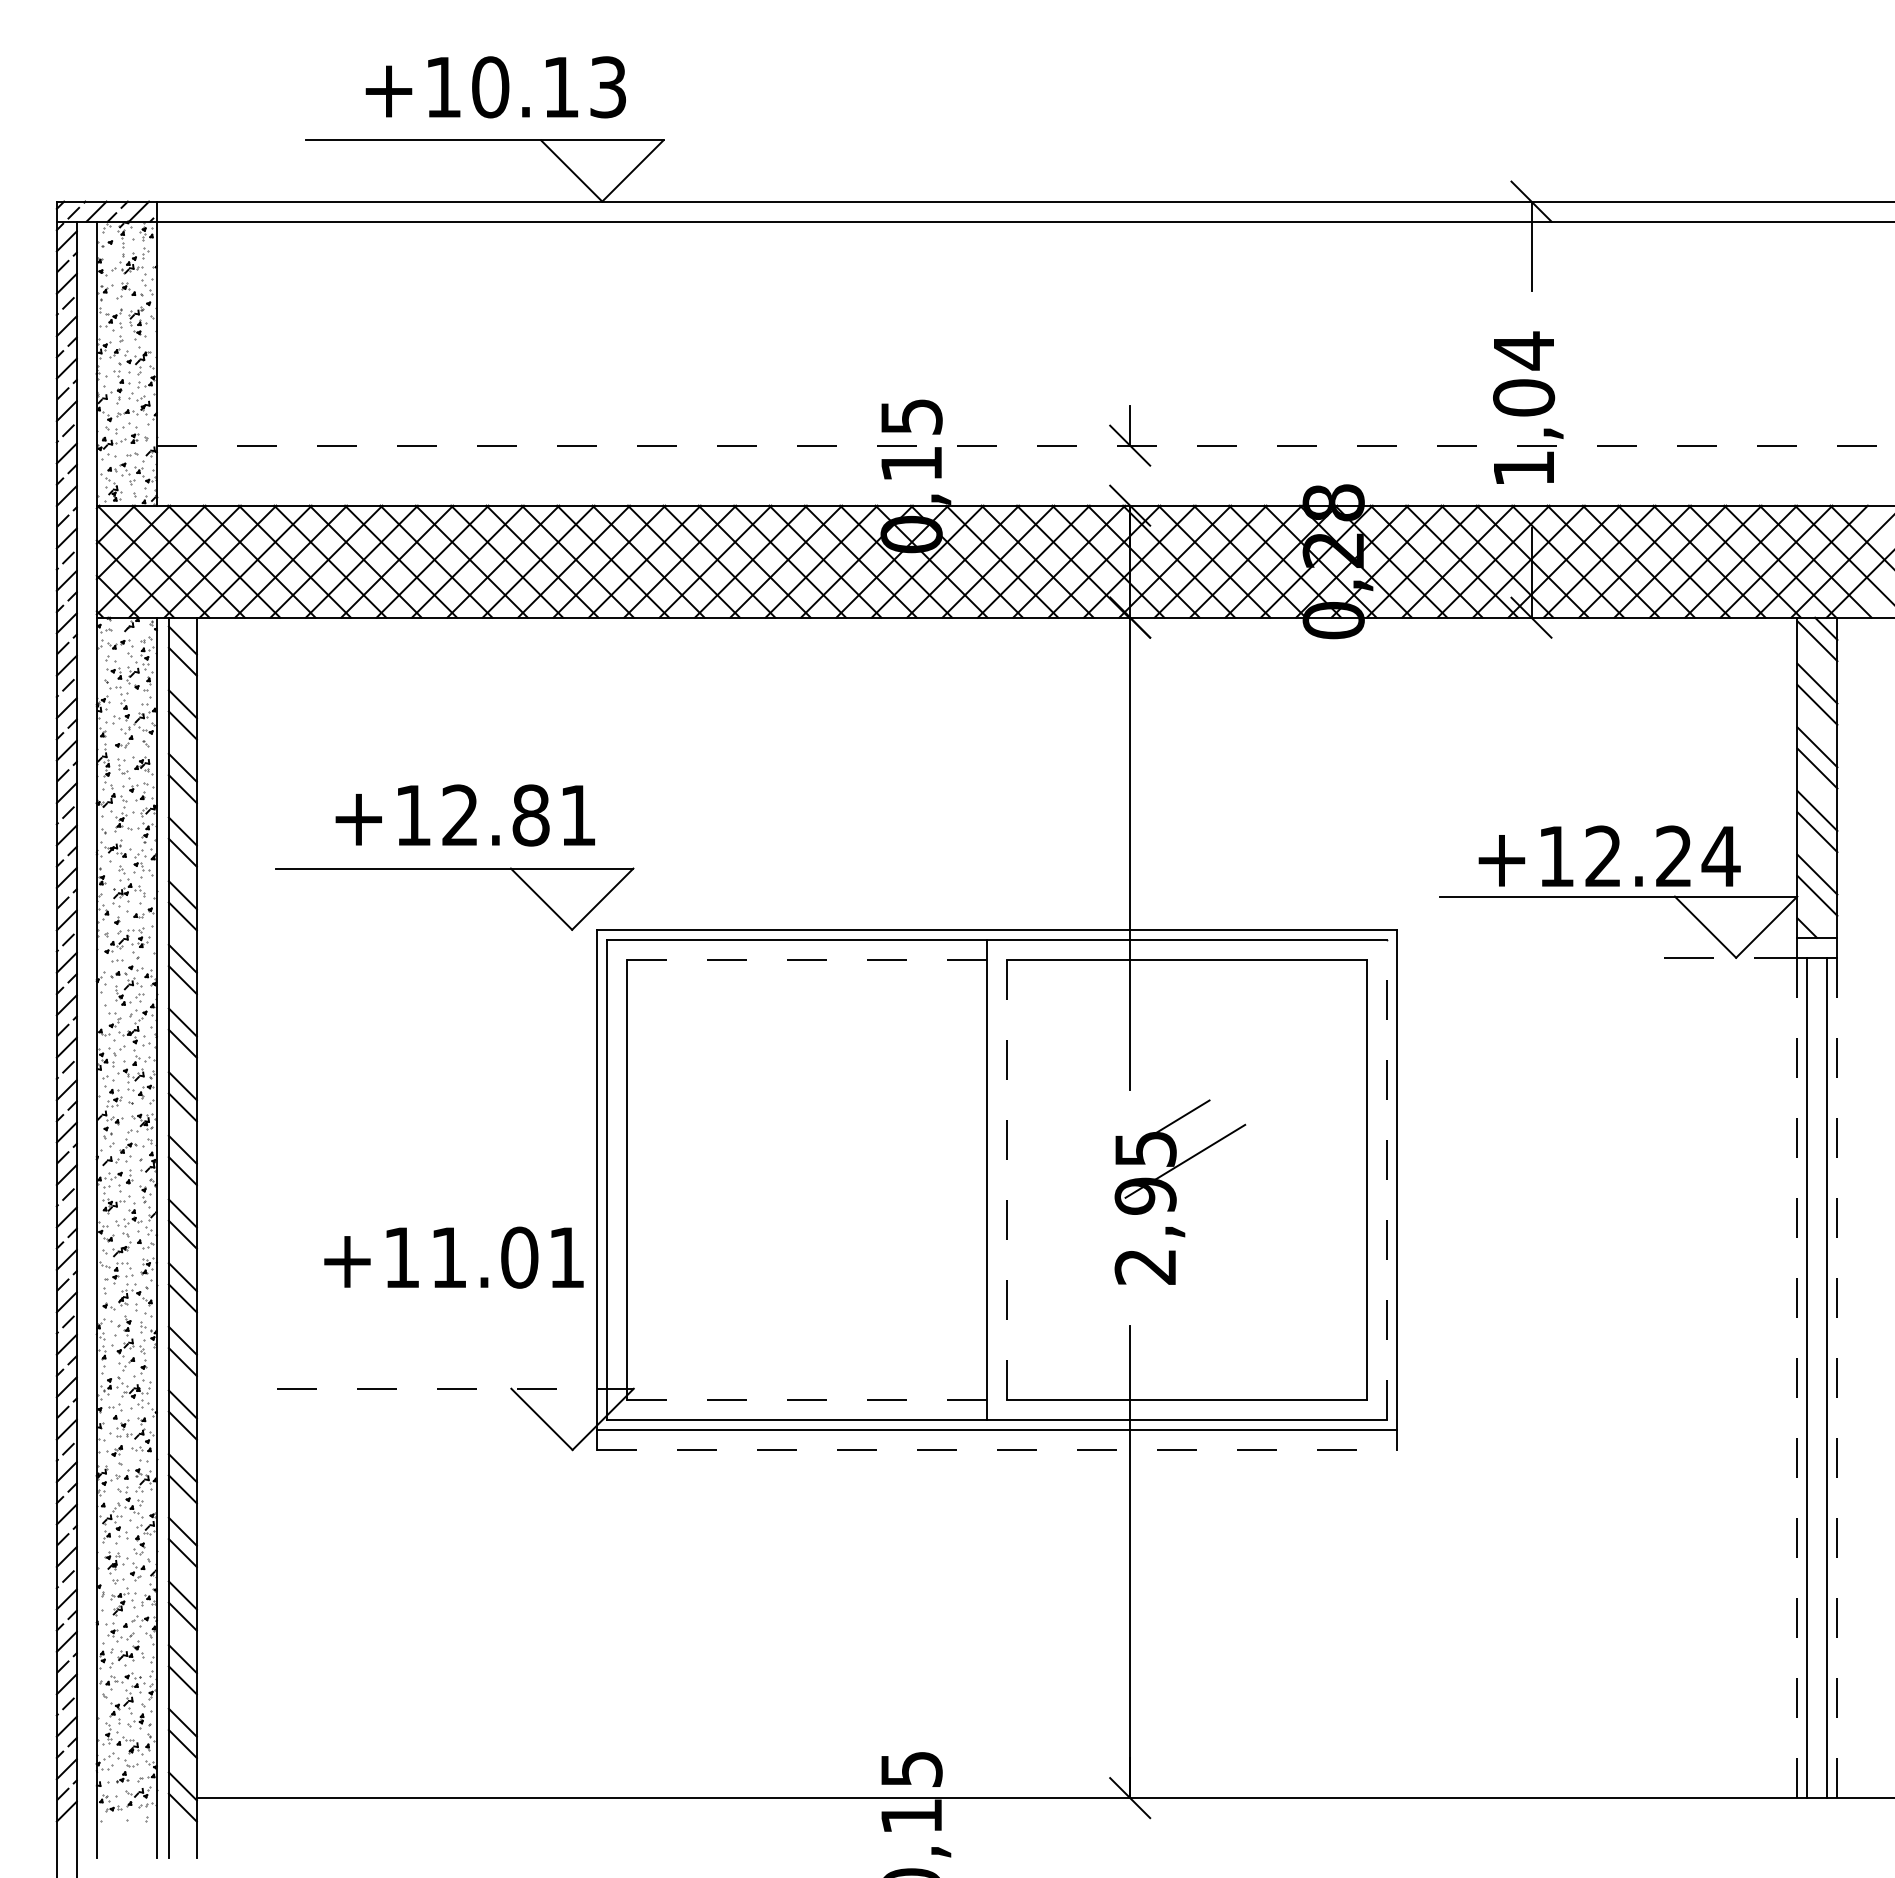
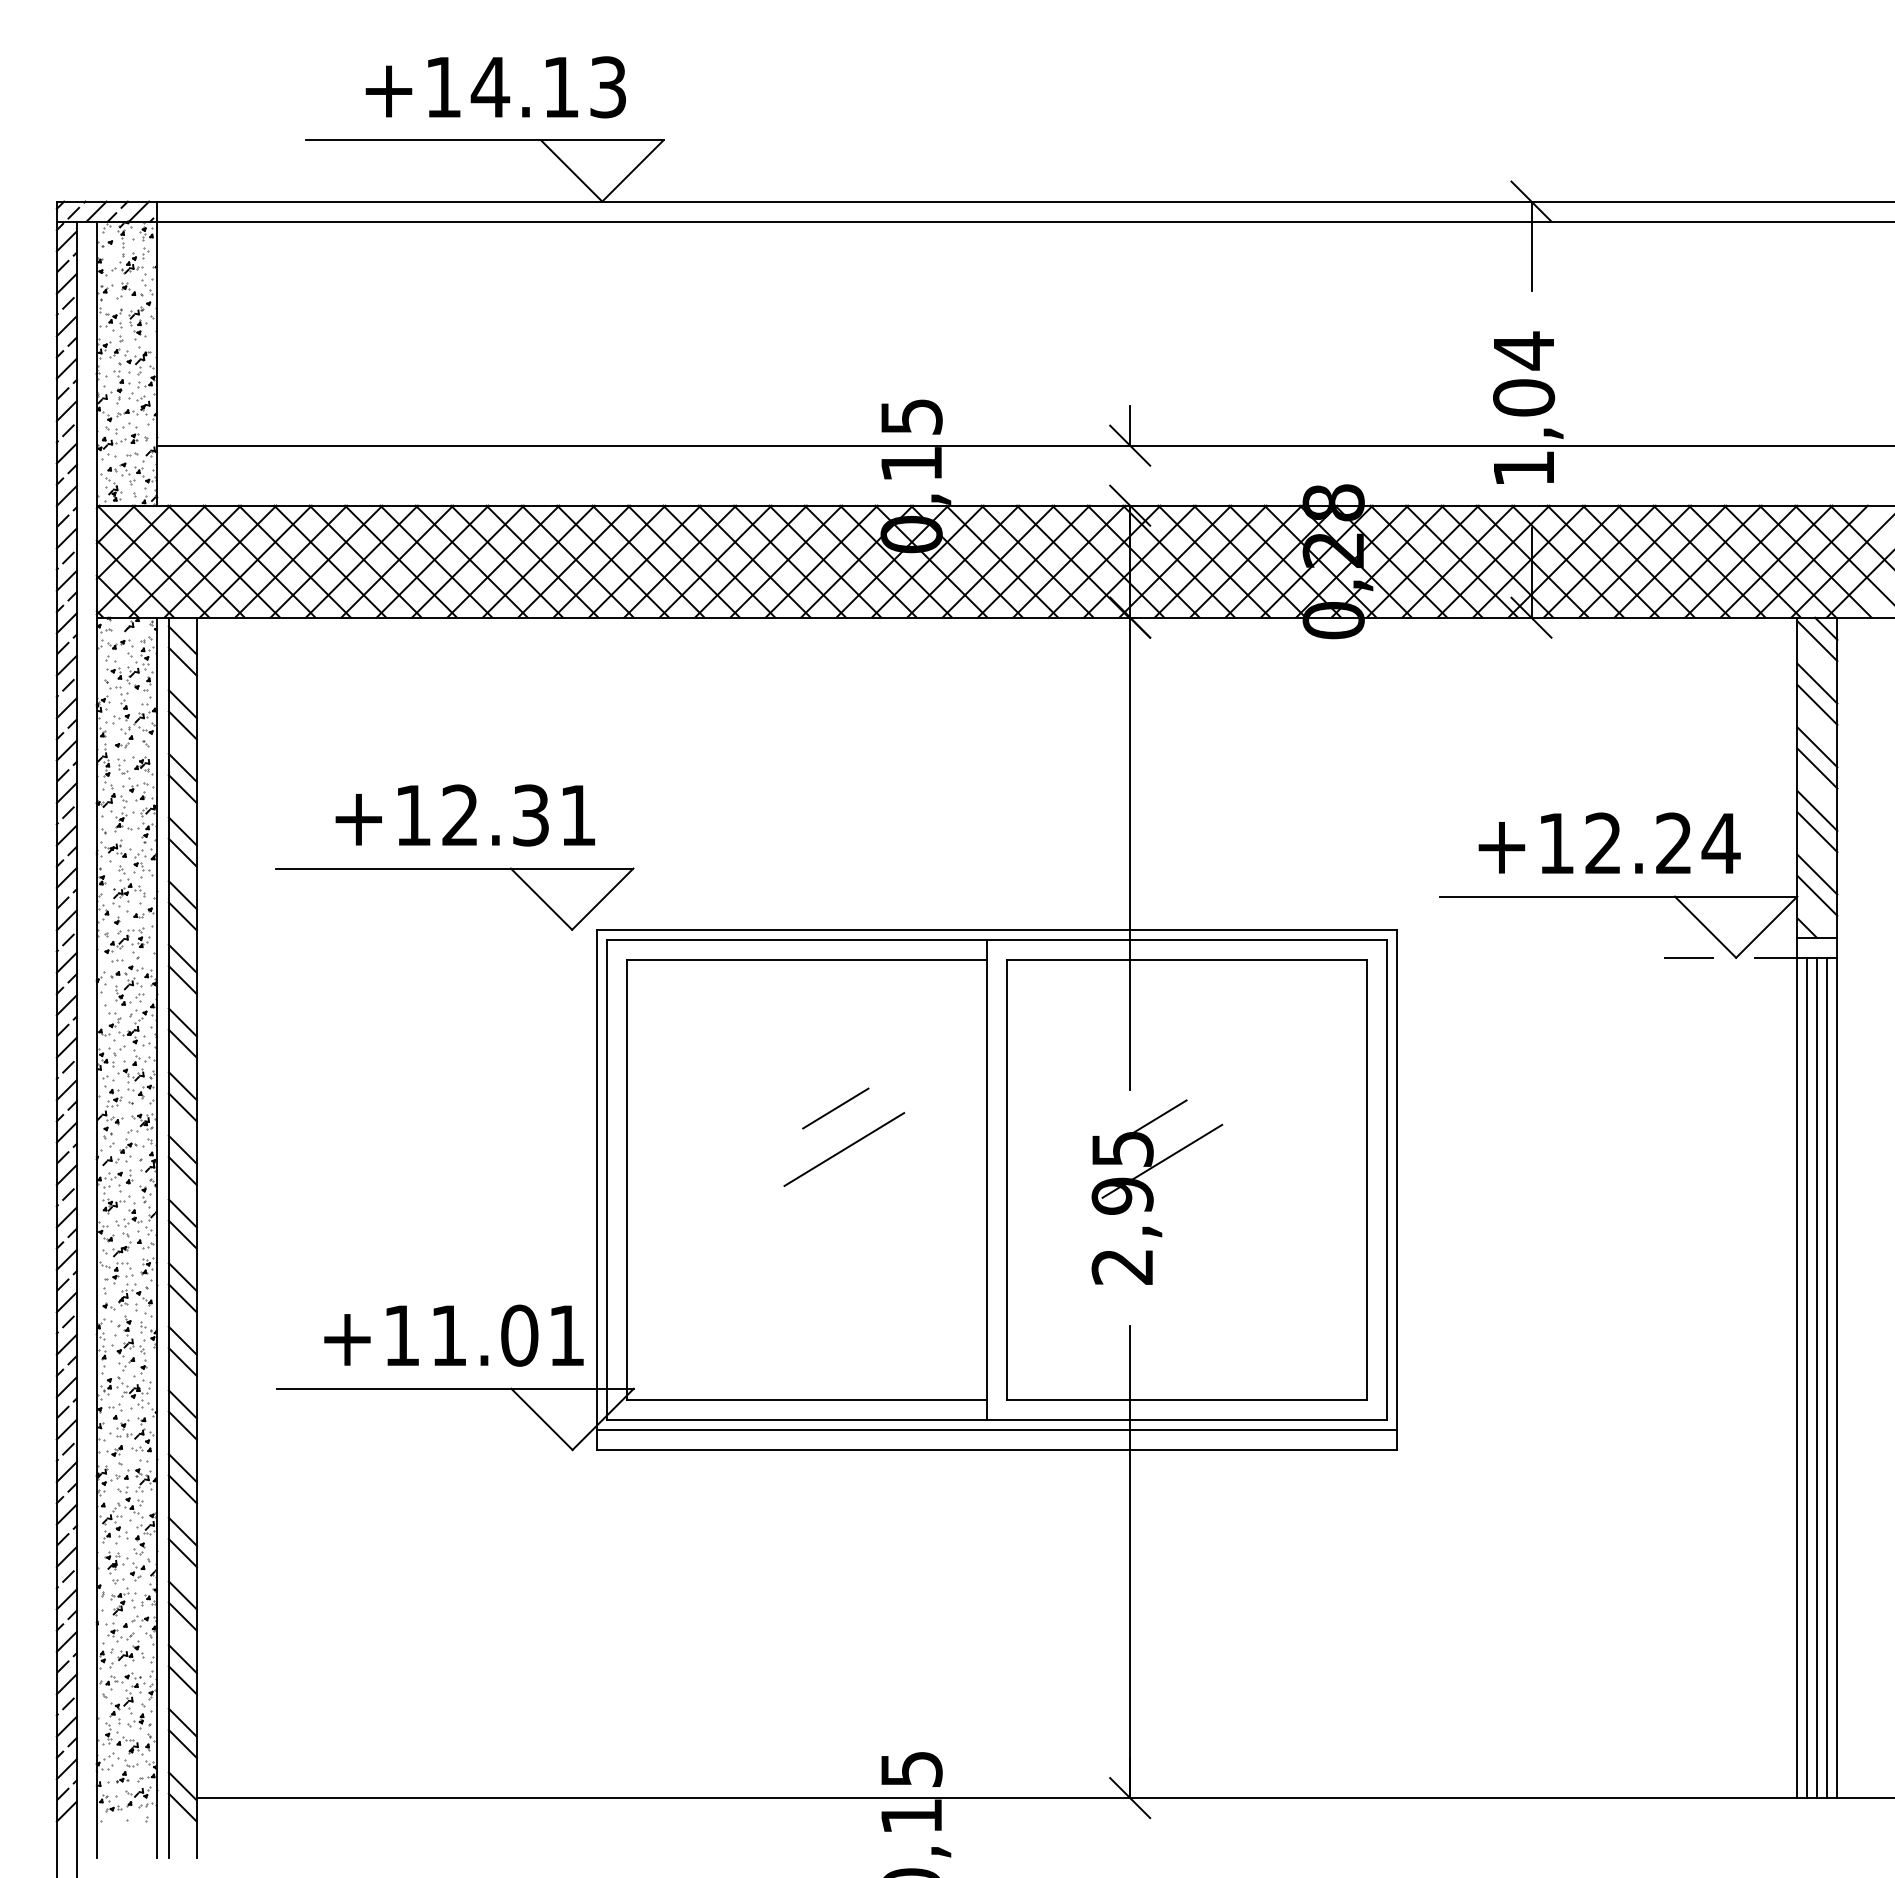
text at (490, 87): +10.13 -> +14.13
line at (1025, 445): dashed -> solid
text at (530, 815): +12.81 -> +12.31
text at (1609, 855) position: (1609, 855) -> (1609, 842)
line at (806, 959): dashed -> solid
line at (835, 1108): none -> present
line at (844, 1149): none -> present
line at (1387, 1179): dashed -> solid
line at (1007, 1180): dashed -> solid
part at (1180, 1191) position: (1180, 1191) -> (1157, 1191)
text at (453, 1257) position: (453, 1257) -> (453, 1335)
line at (1817, 1377): none -> present
line at (1797, 1378): dashed -> solid
line at (1837, 1378): dashed -> solid
line at (455, 1388): dashed -> solid
line at (807, 1399): dashed -> solid
line at (997, 1449): dashed -> solid
